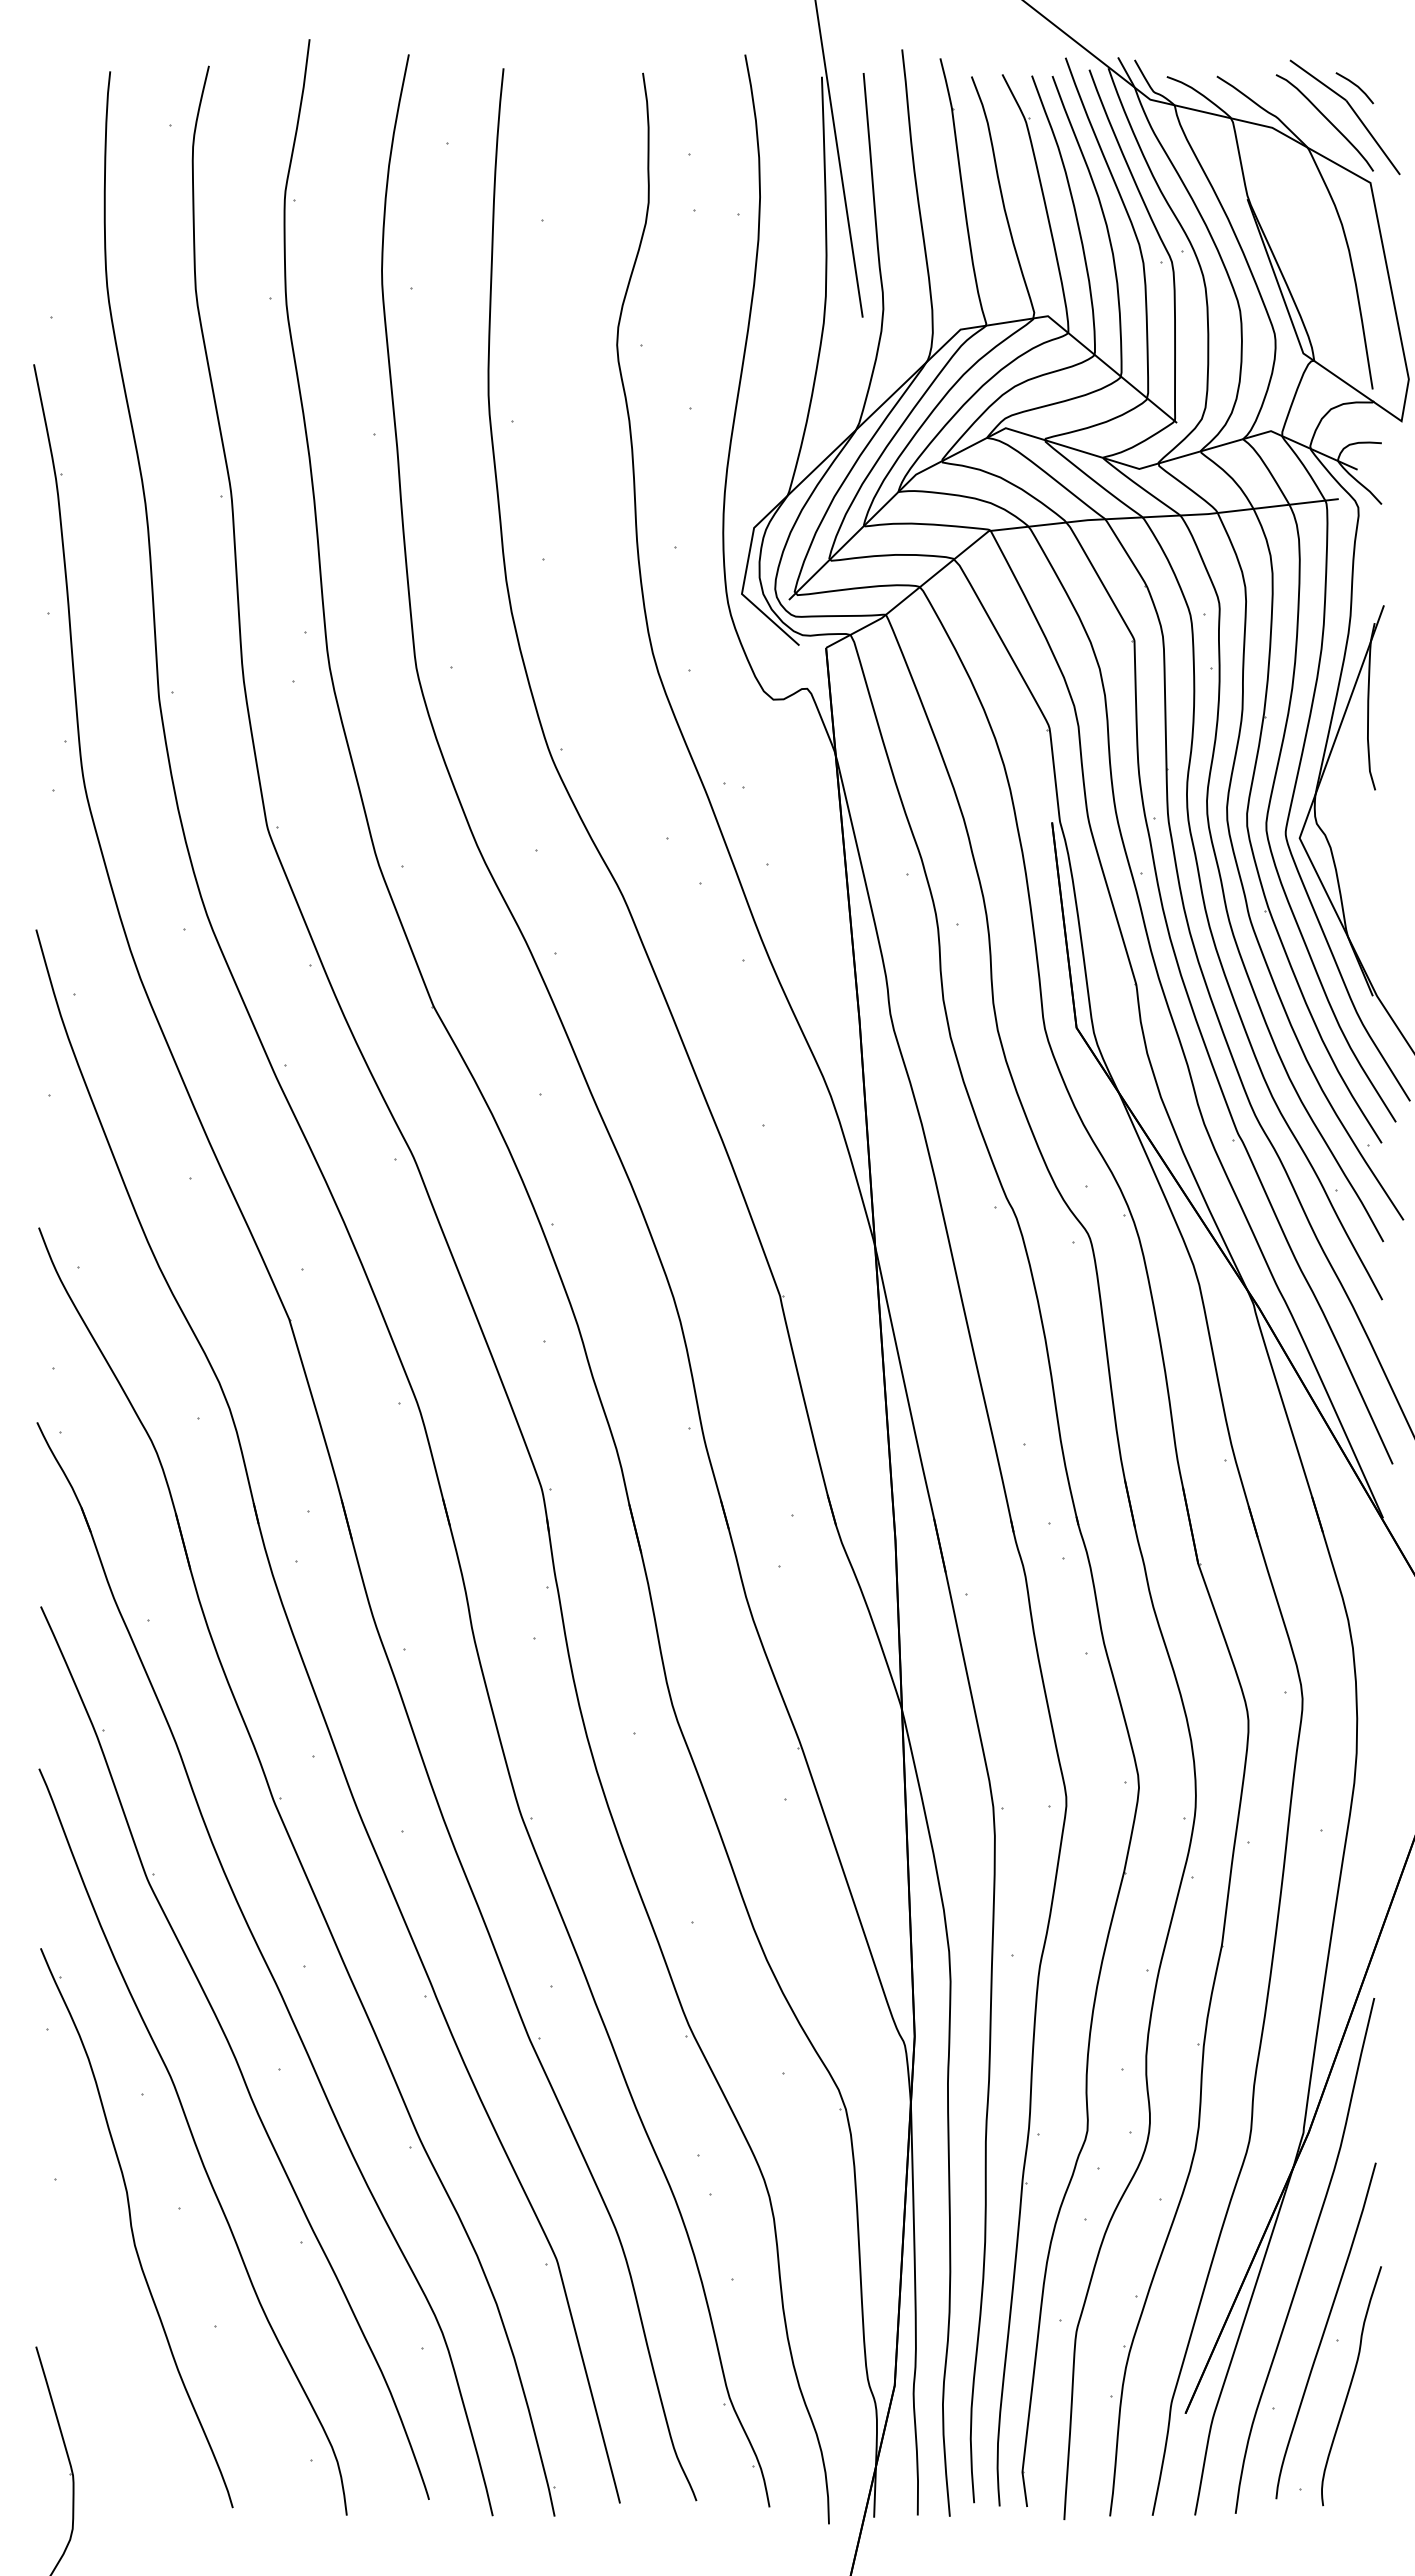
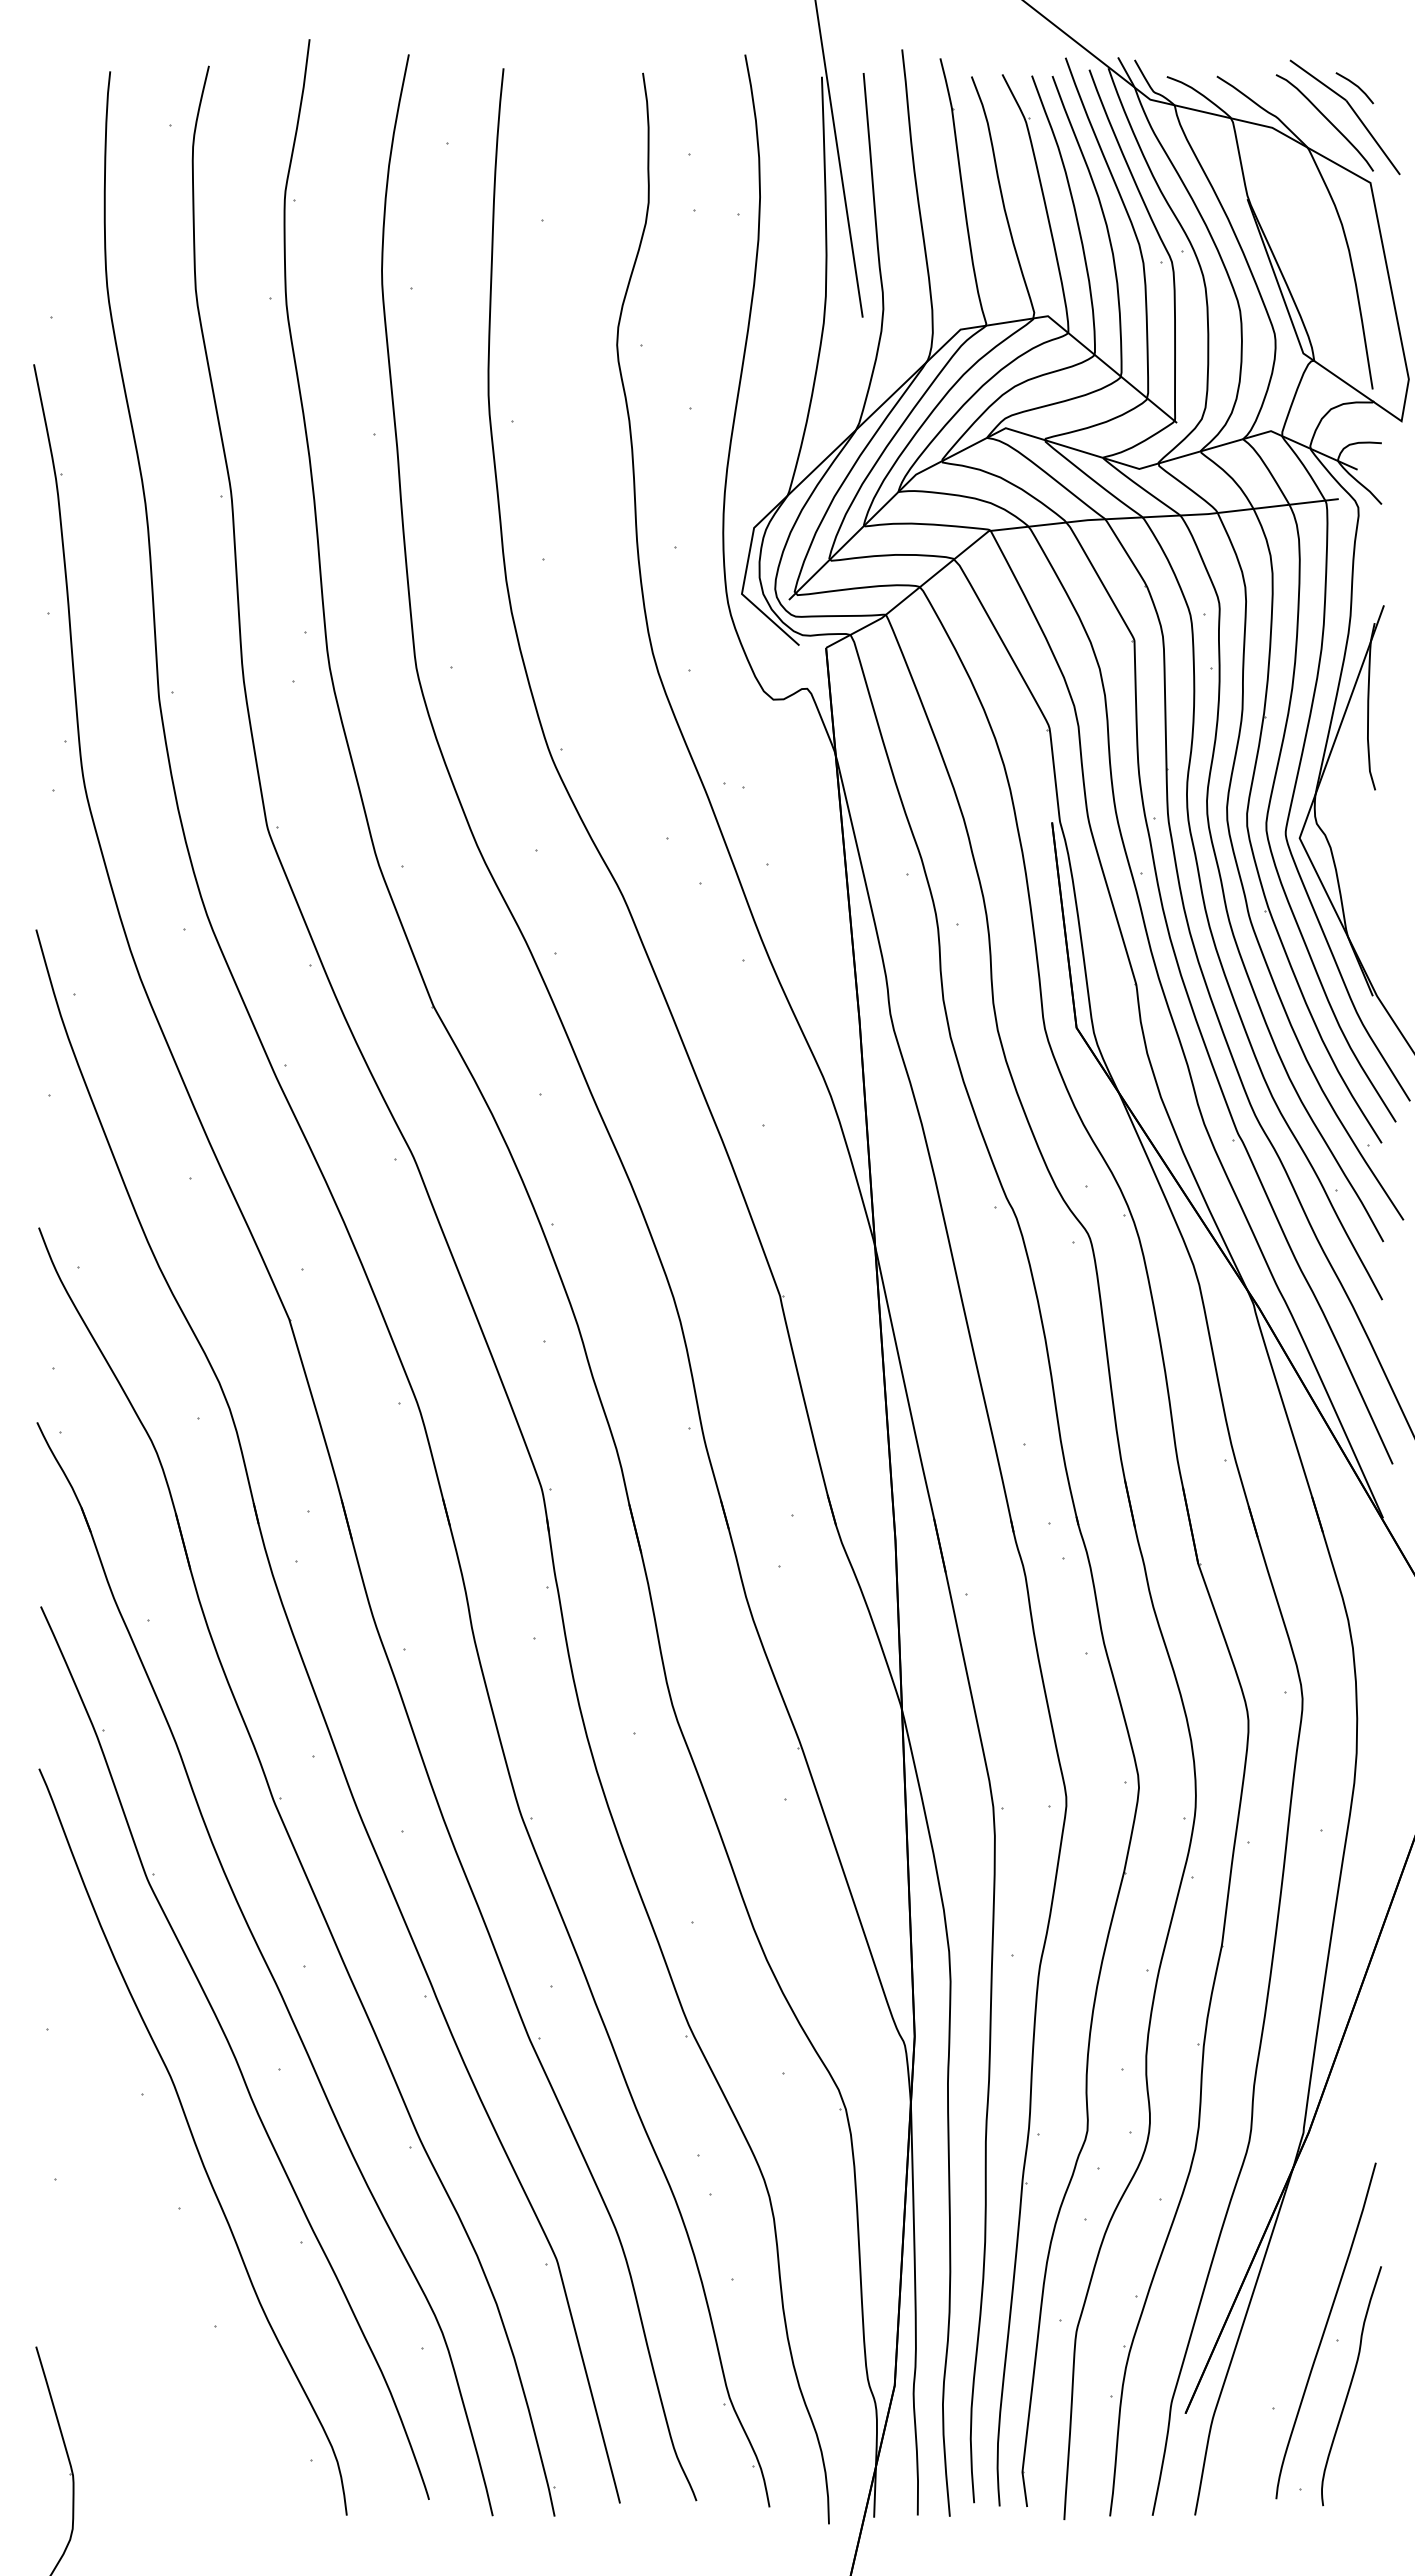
part at (136, 2228): present -> none
curve at (1305, 2256): present -> none
